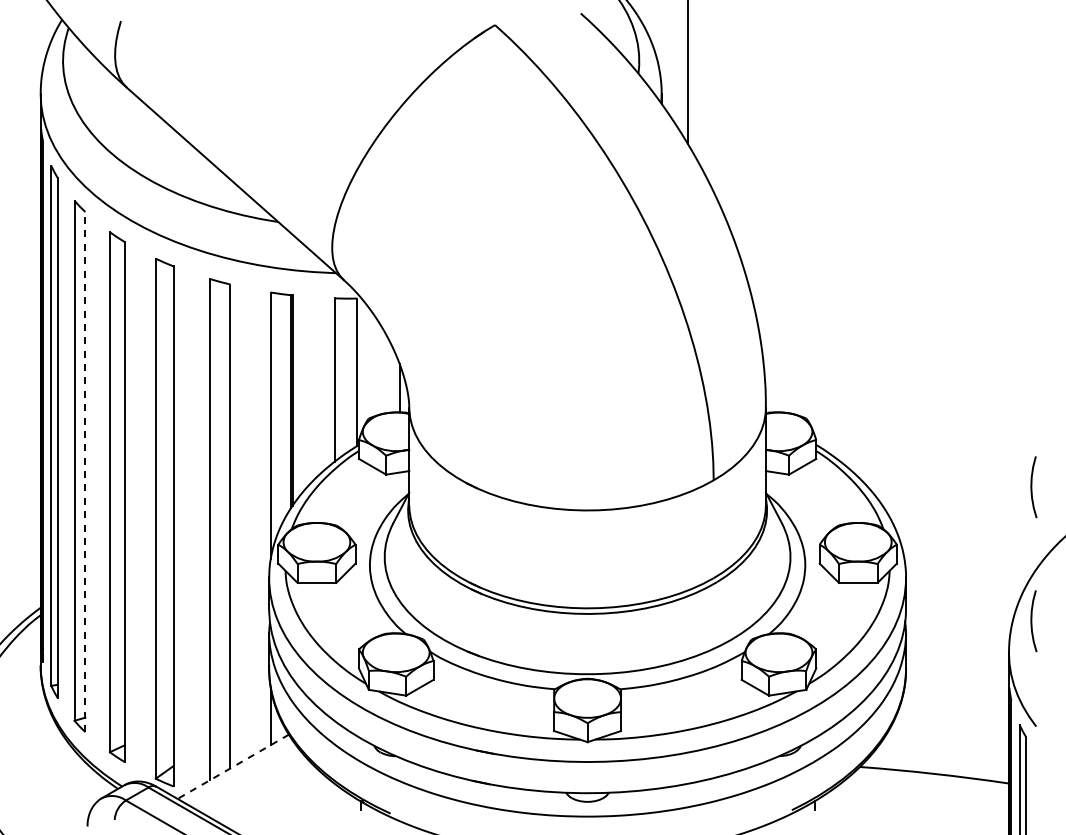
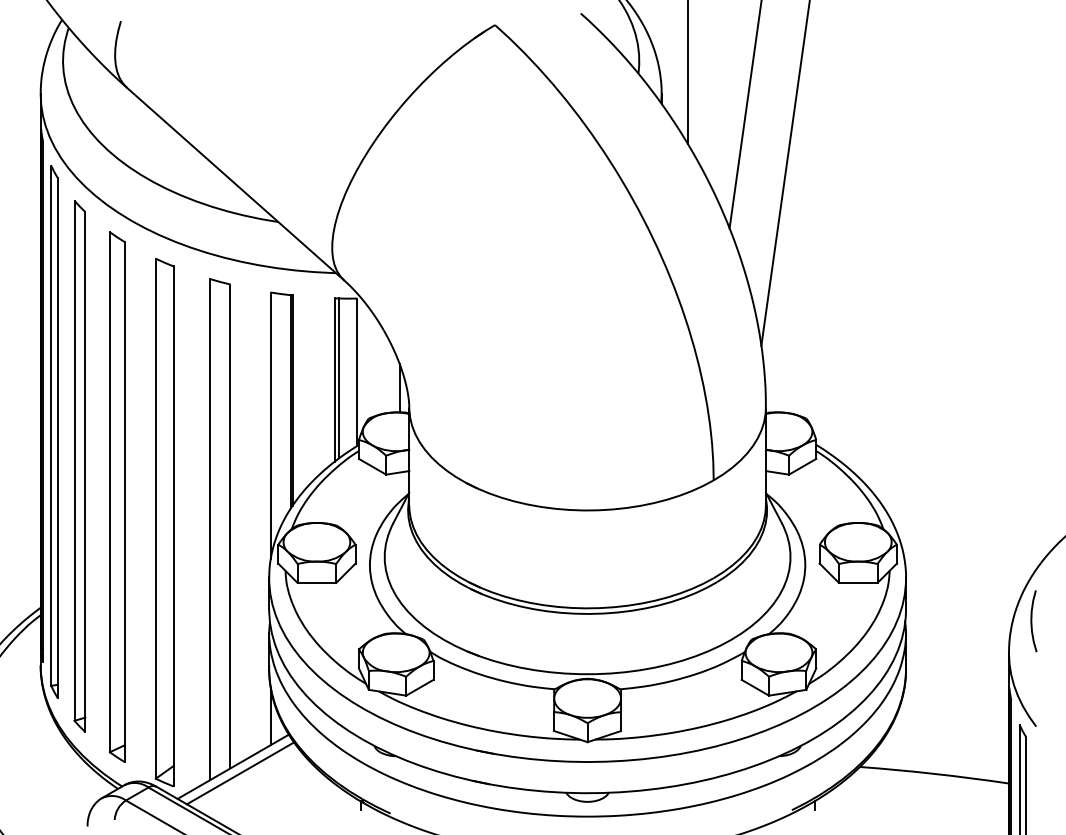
line at (745, 115): none -> present
line at (785, 173): none -> present
line at (339, 378): none -> present
line at (85, 471): dashed -> solid
curve at (1032, 487): present -> none
line at (232, 767): dashed -> solid
line at (240, 773): none -> present
